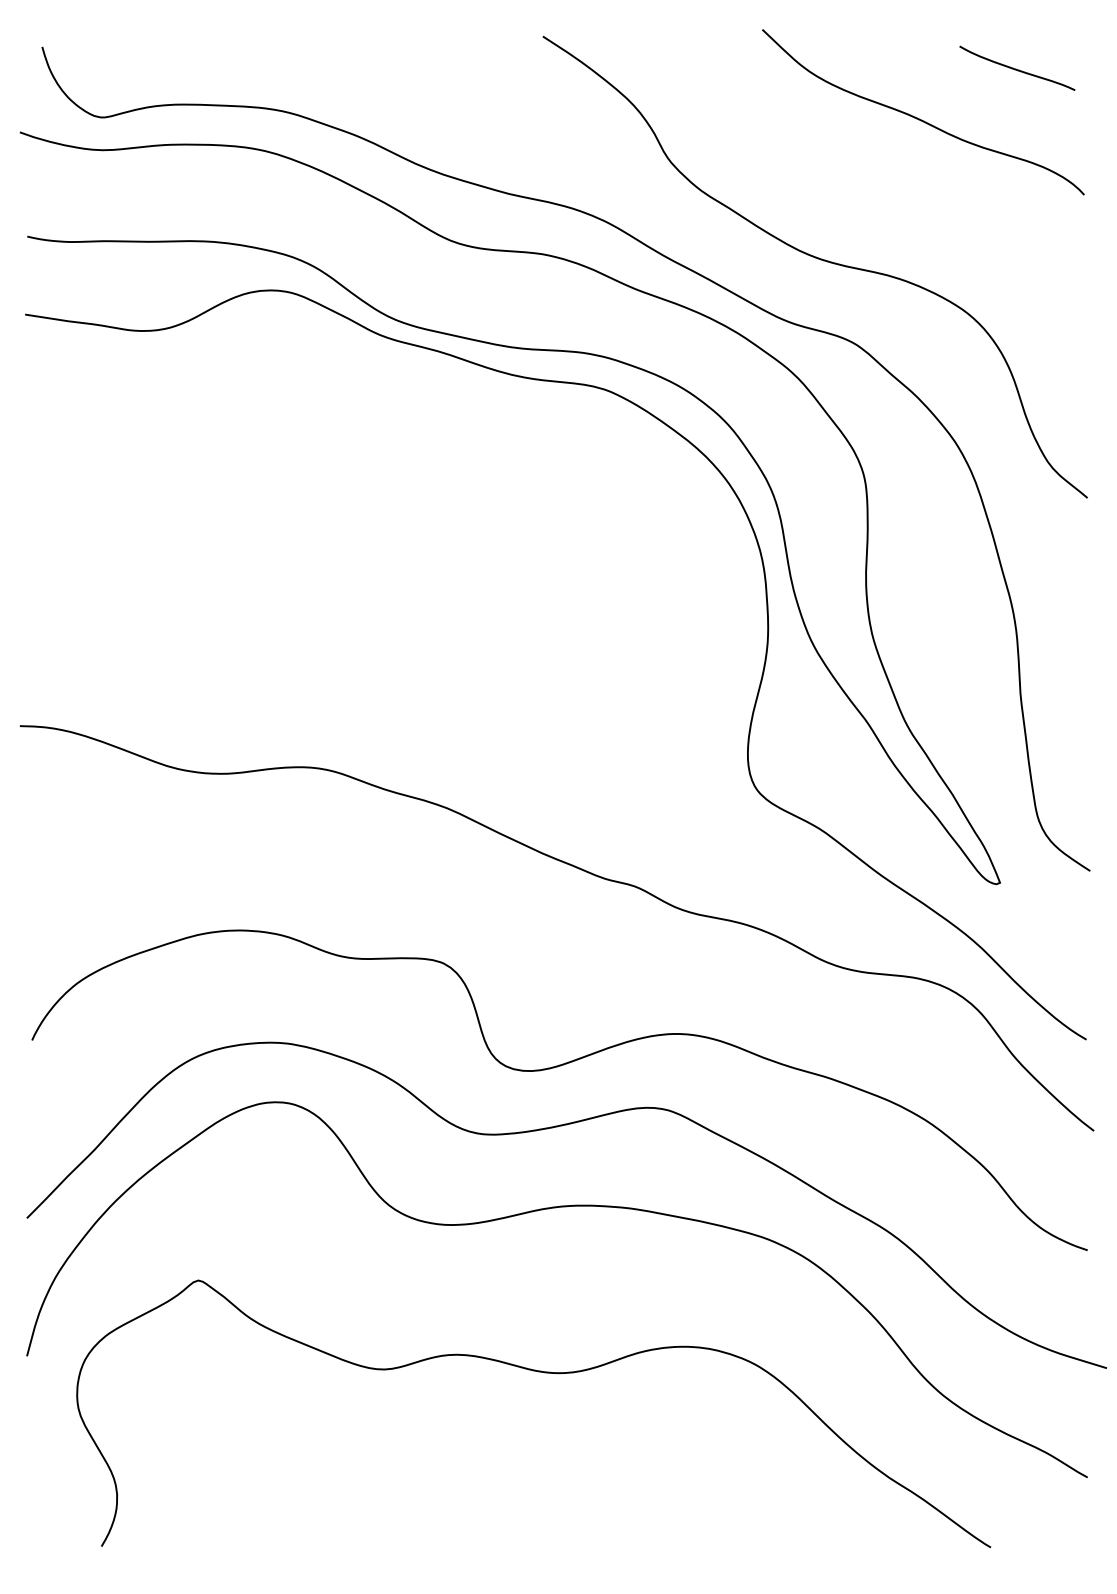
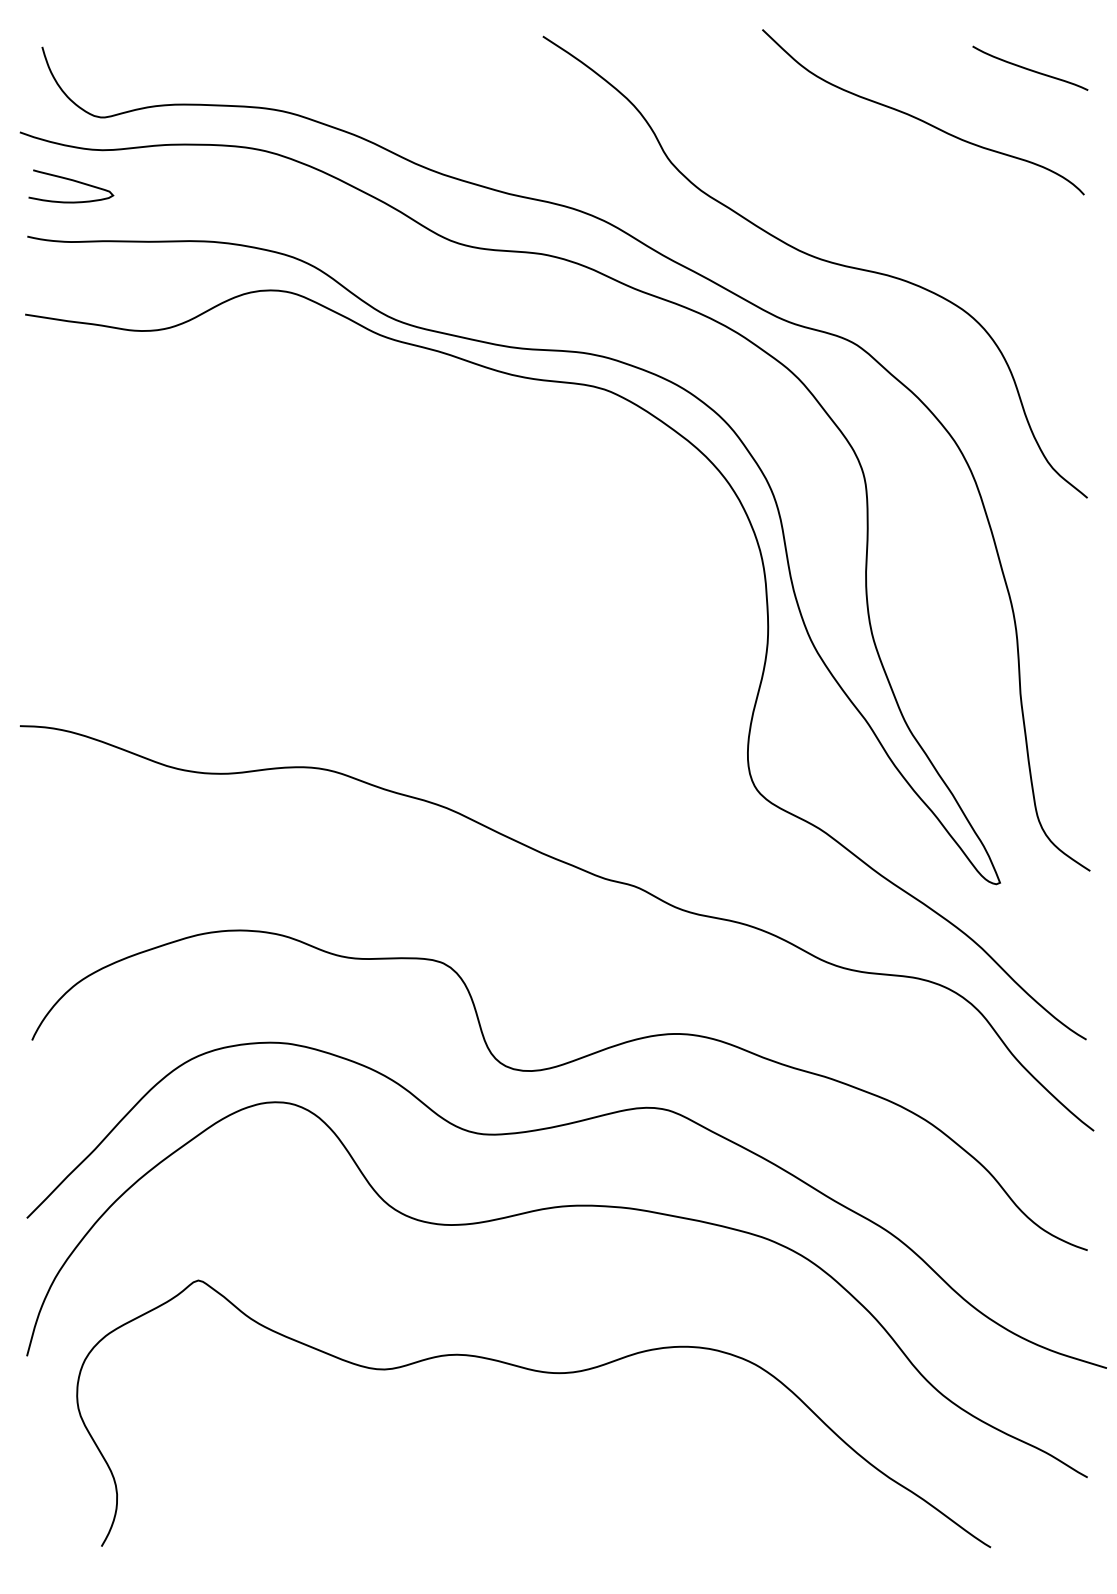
curve at (1016, 68) position: (1016, 68) -> (1029, 68)
curve at (72, 181): none -> present
